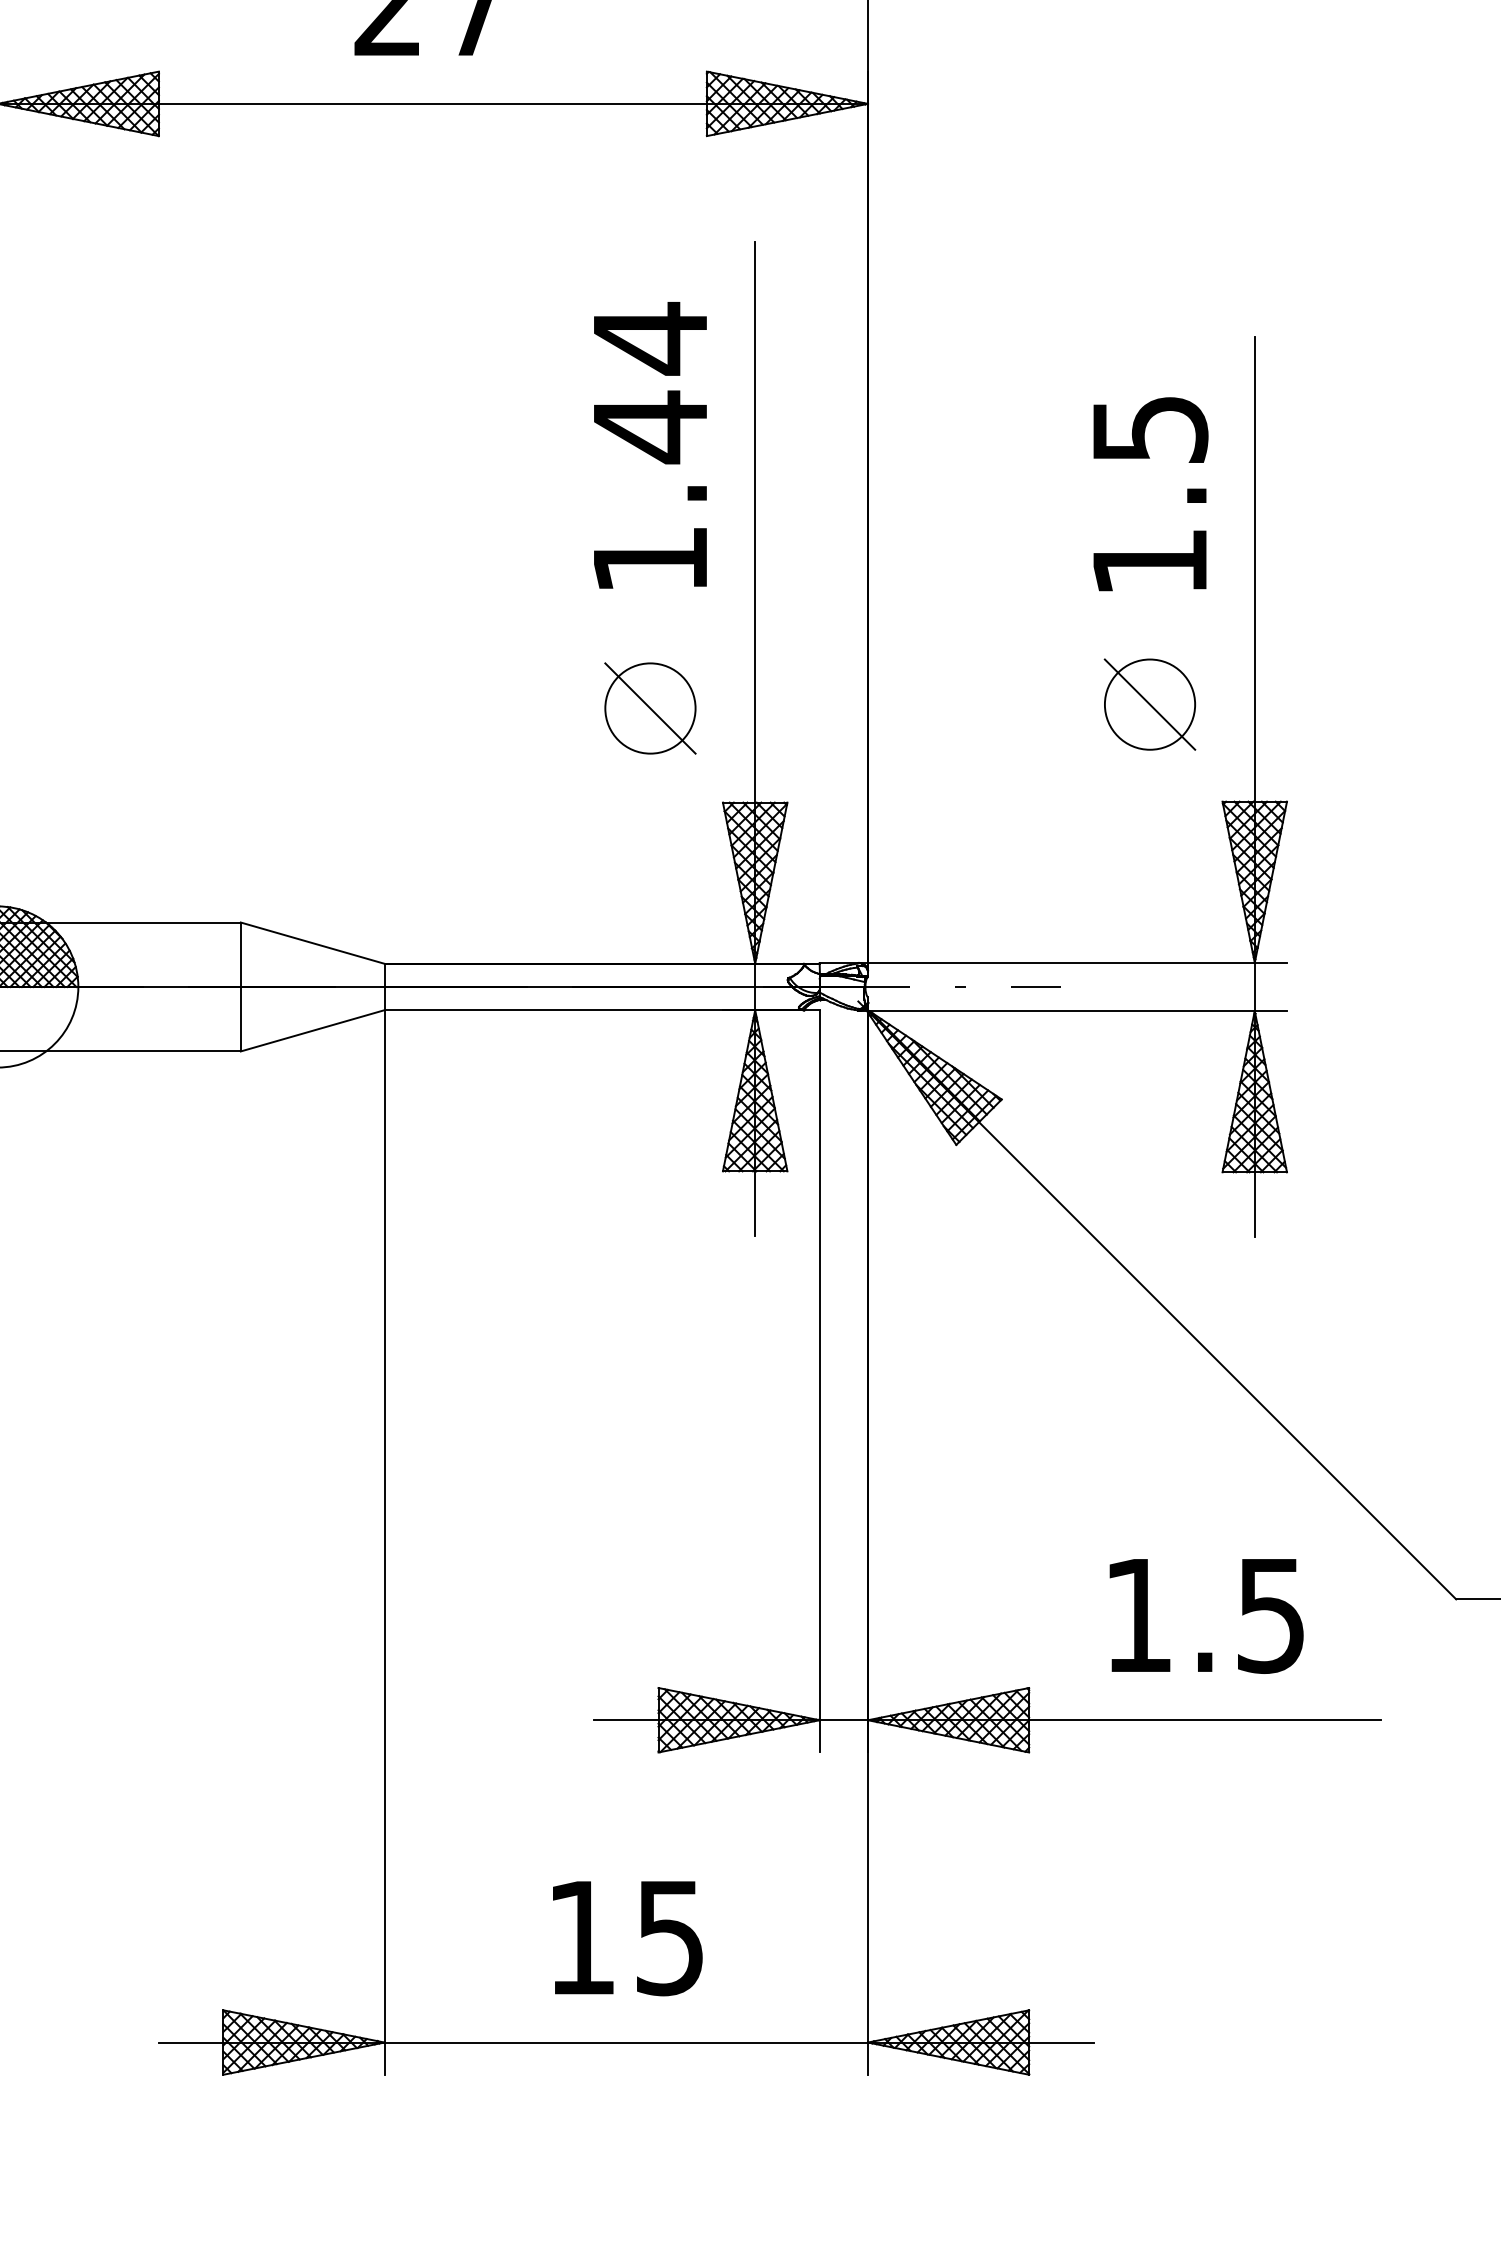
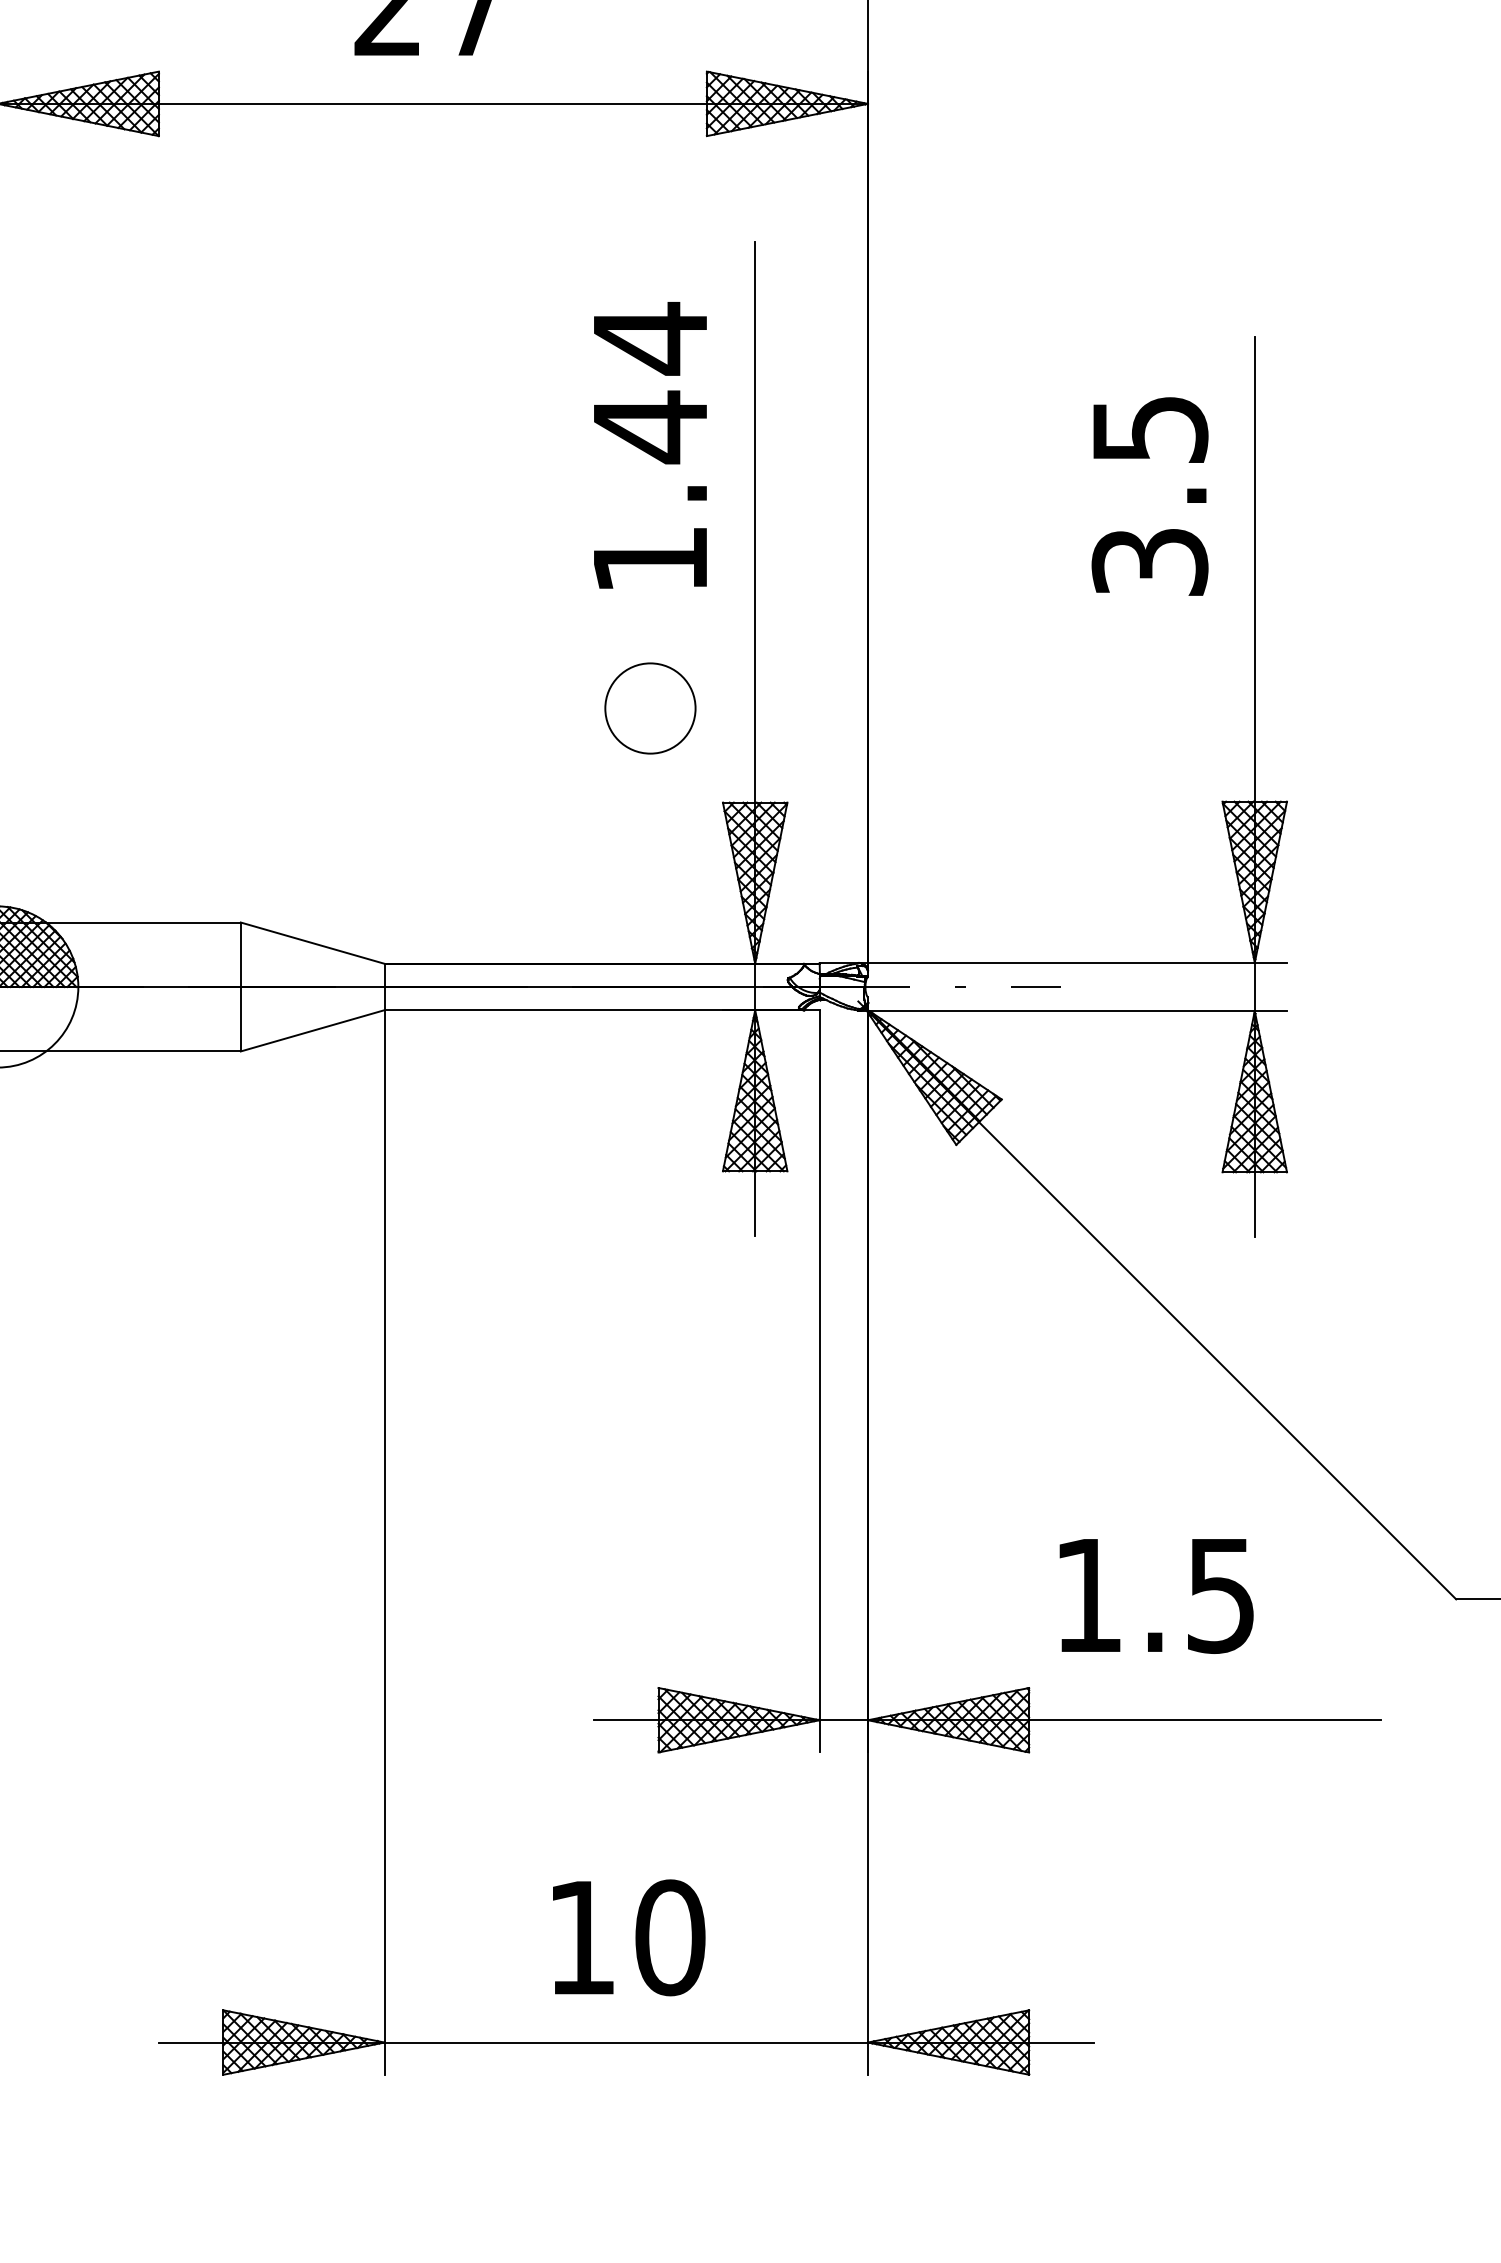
text at (1149, 562): 1.5 -> 3.5
part at (1149, 704): present -> none
line at (650, 708): present -> none
text at (1206, 1616) position: (1206, 1616) -> (1156, 1596)
text at (670, 1937): 15 -> 10
